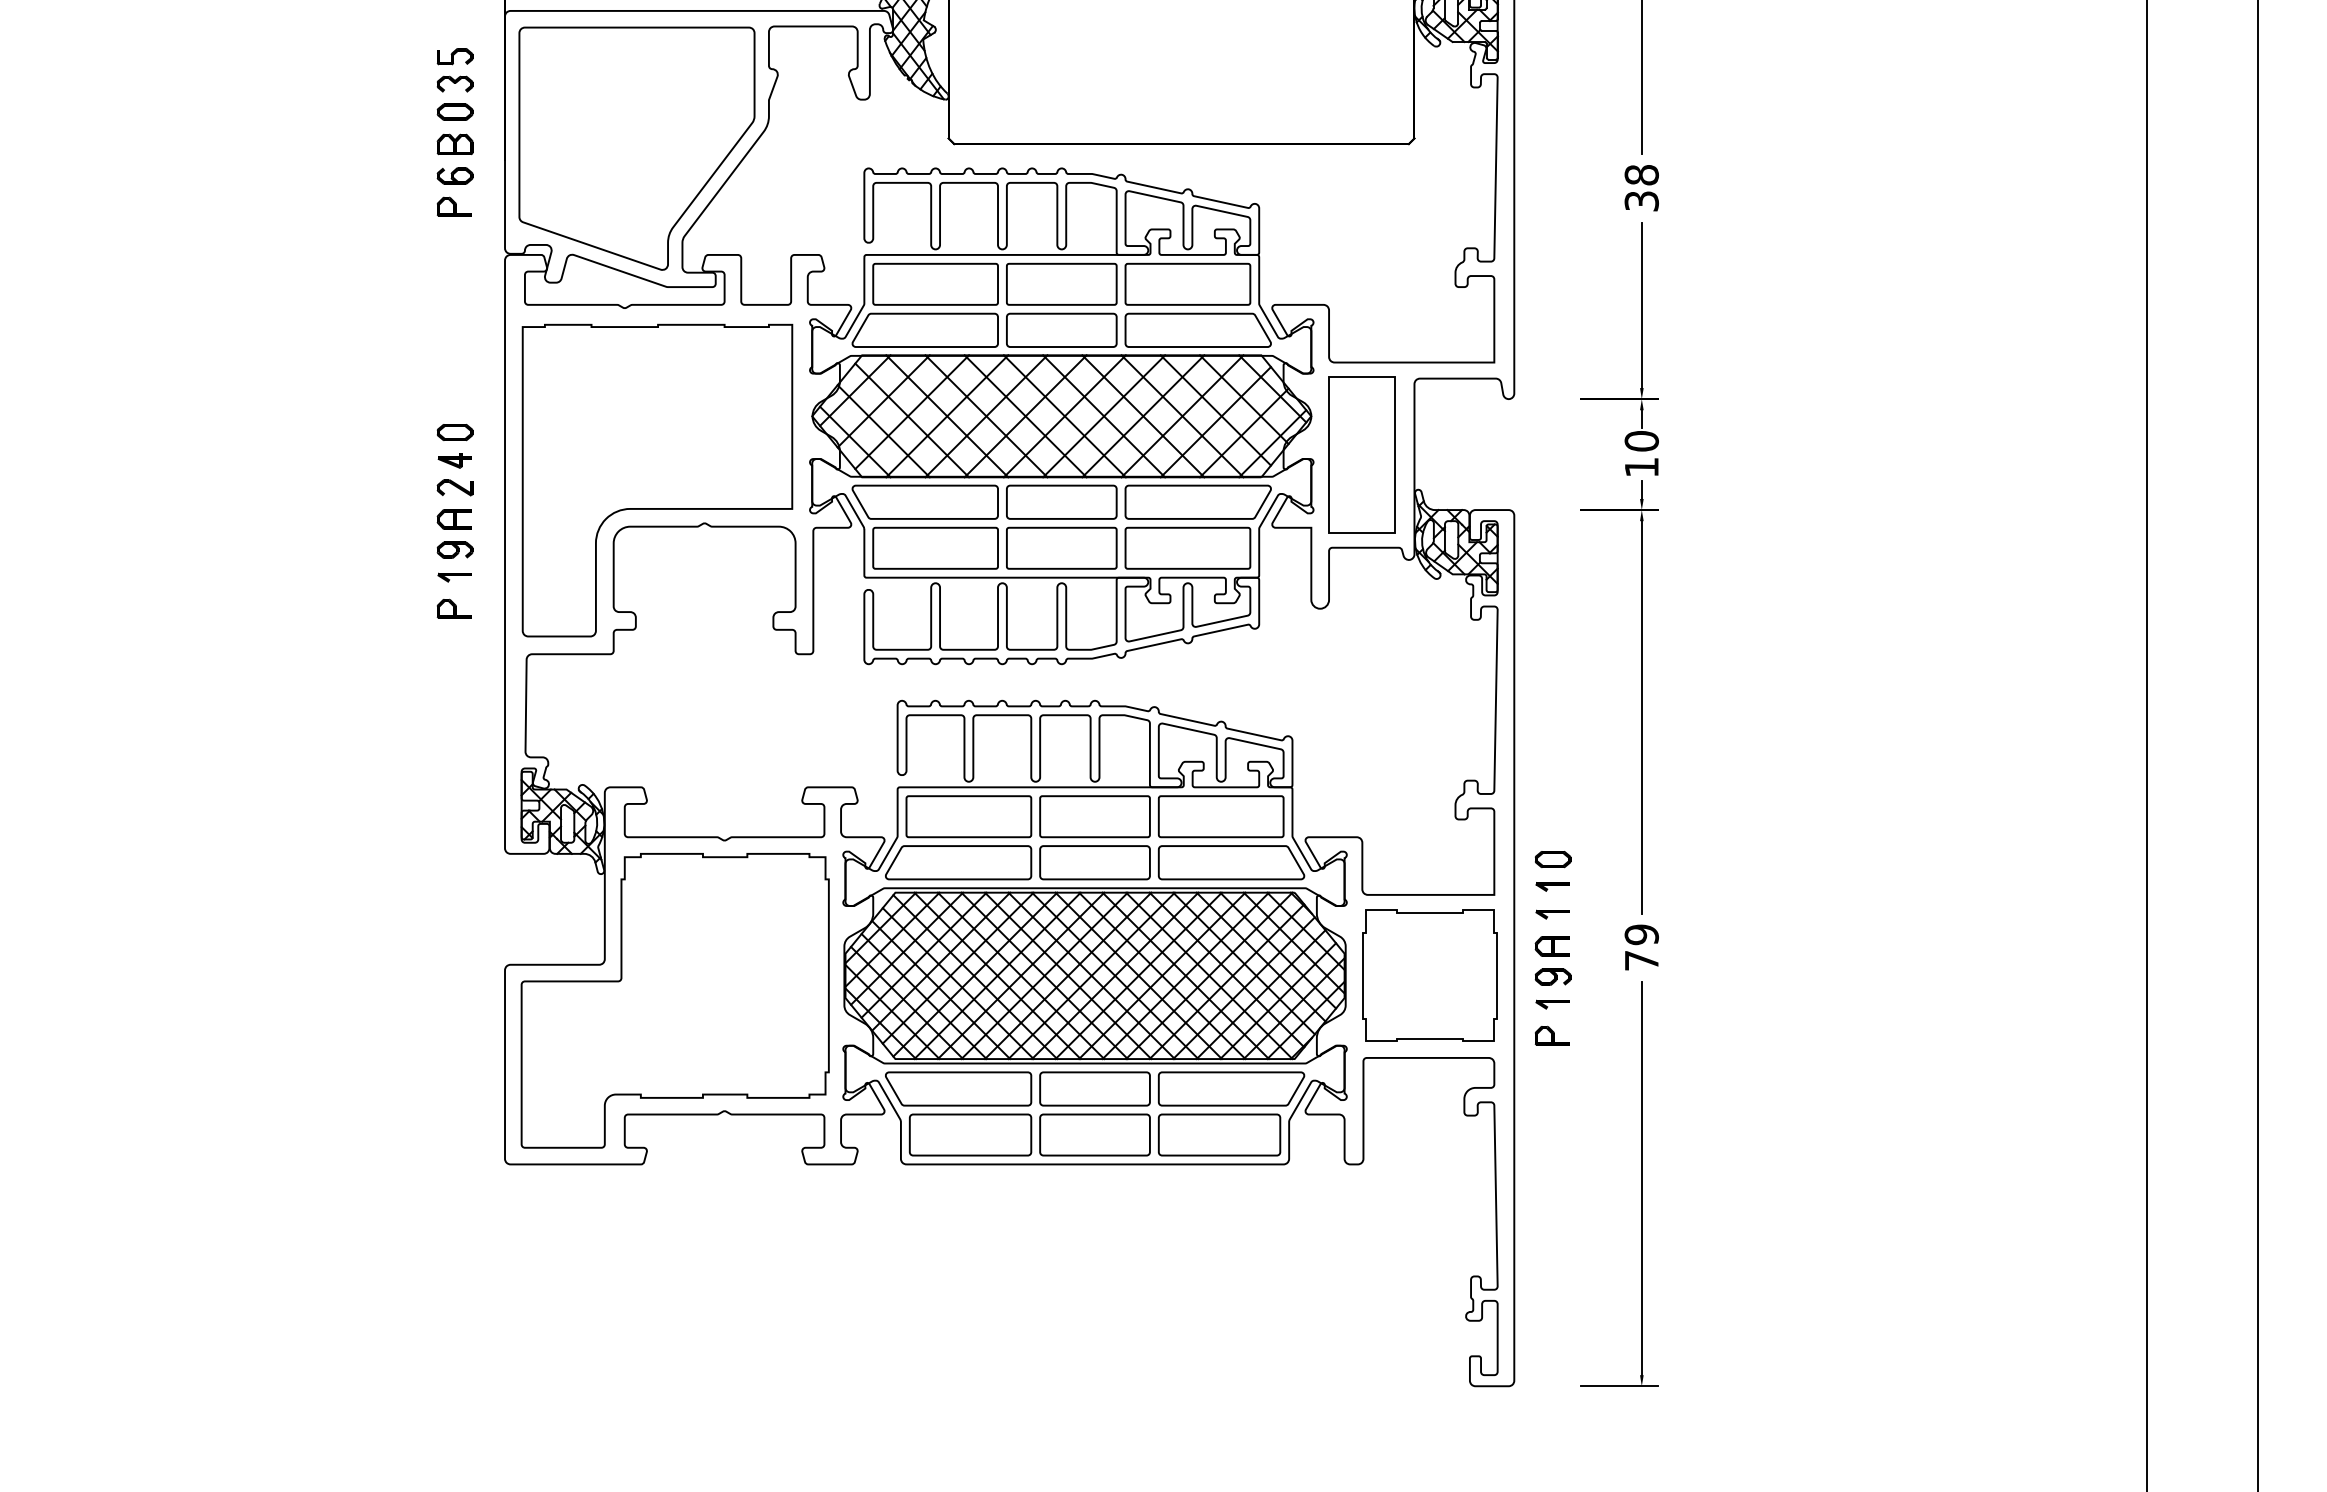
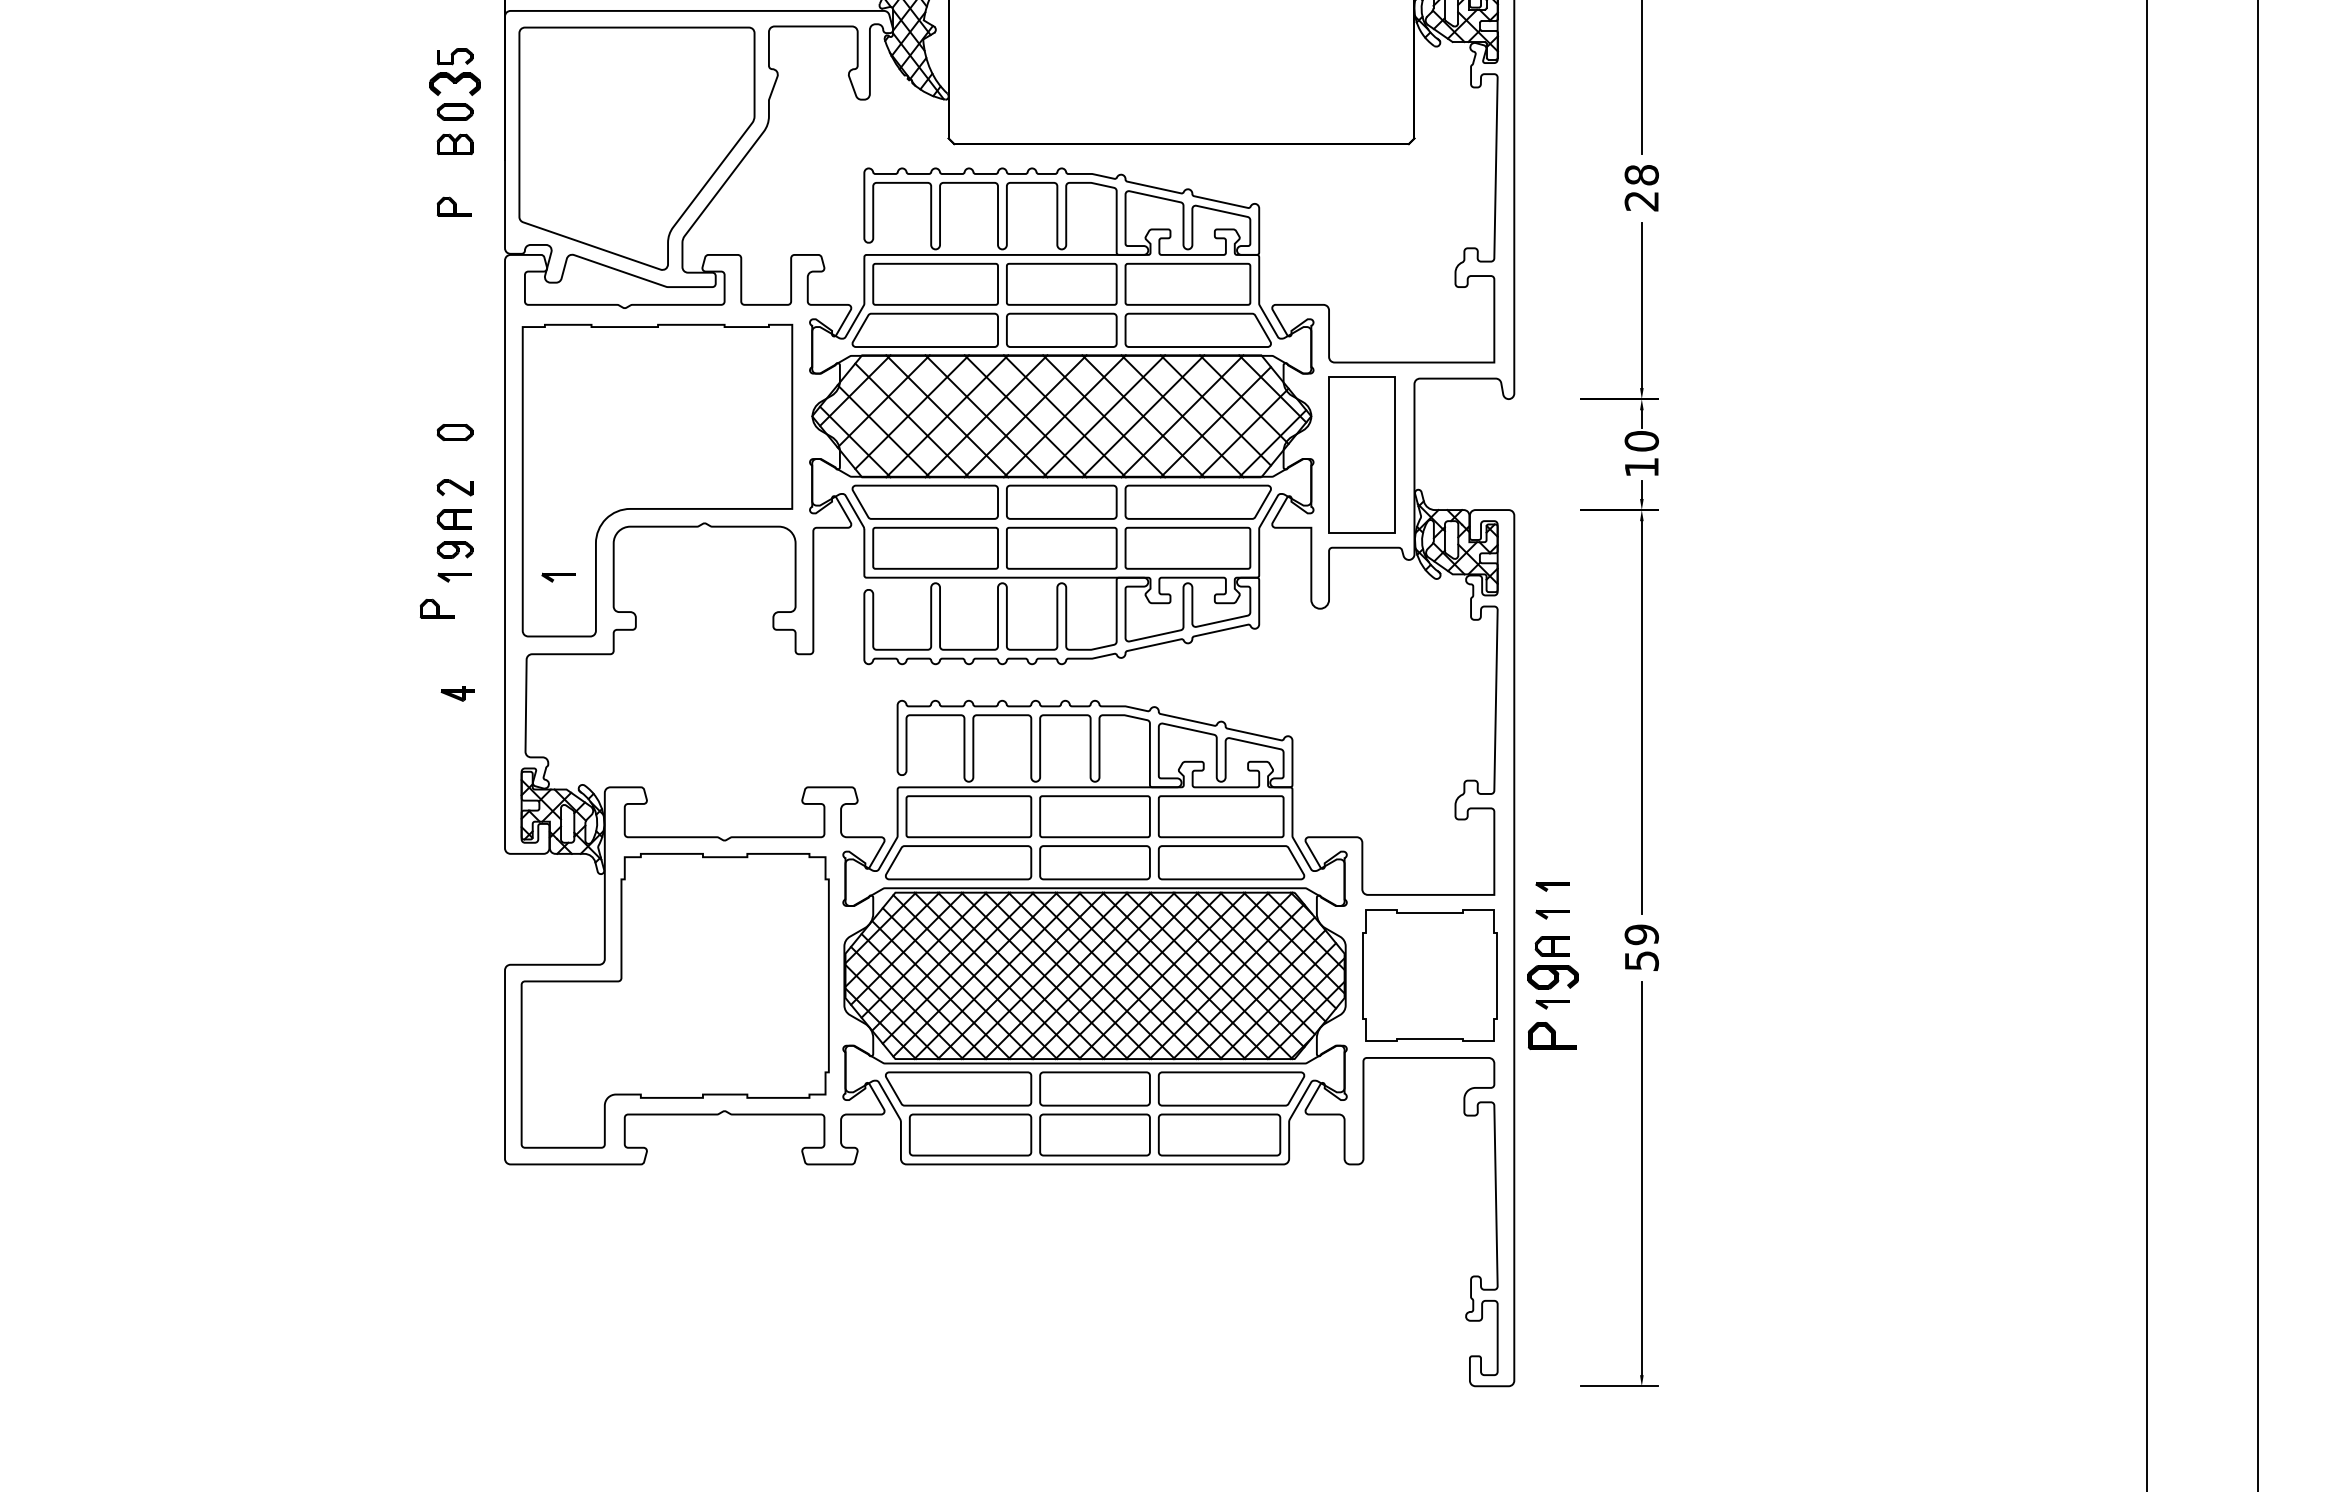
part at (454, 83) size: 38x18 px -> 52x24 px
part at (454, 175): present -> none
text at (1641, 201): 38 -> 28
part at (454, 460) position: (454, 460) -> (457, 693)
part at (558, 577): none -> present
part at (453, 608) position: (453, 608) -> (436, 608)
part at (1552, 859): present -> none
text at (1641, 961): 79 -> 59
part at (1552, 976) size: 38x18 px -> 52x25 px
part at (1551, 1035) size: 36x21 px -> 49x28 px
